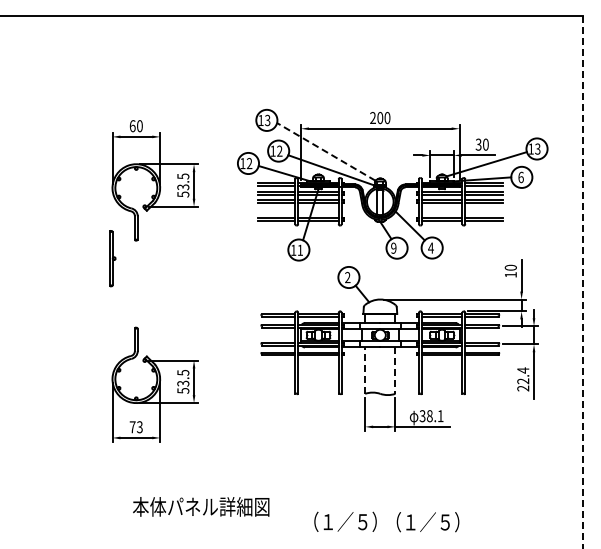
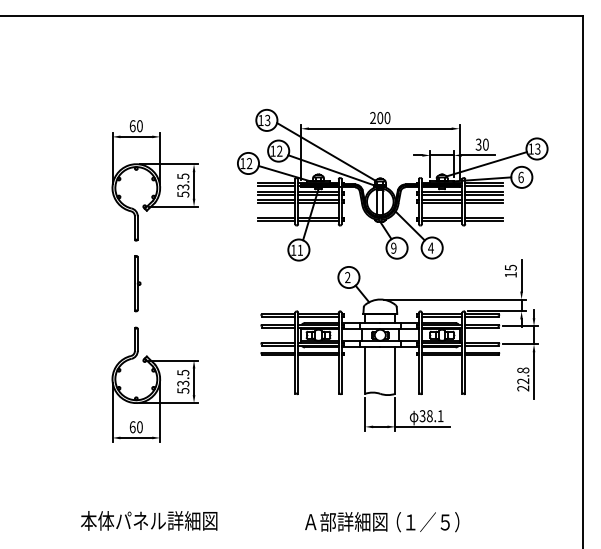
line at (326, 151): dashed -> solid
part at (112, 258) position: (112, 258) -> (137, 283)
text at (510, 267): 10 -> 15
line at (582, 282): dashed -> solid
line at (365, 370): dashed -> solid
text at (523, 370): 22.4 -> 22.8
line at (395, 371): dashed -> solid
text at (135, 427): 73 -> 60
text at (201, 506) position: (201, 506) -> (149, 520)
text at (346, 521): （１／５） -> Ａ部詳細図
